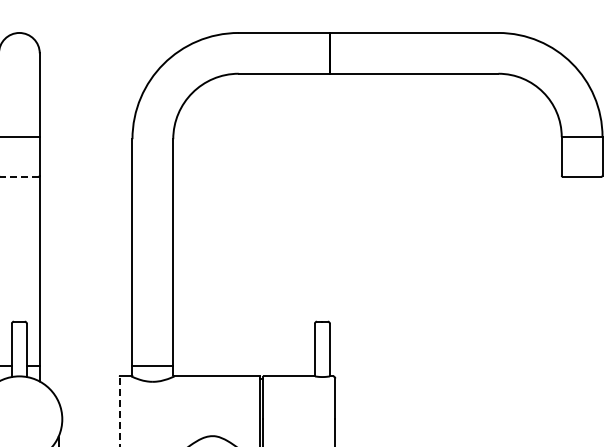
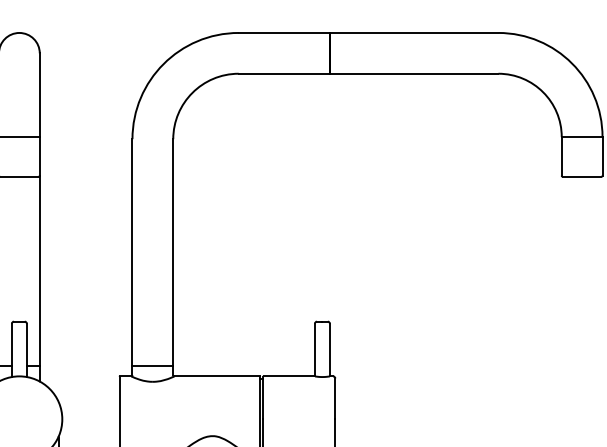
line at (18, 176): dashed -> solid
line at (119, 411): dashed -> solid
